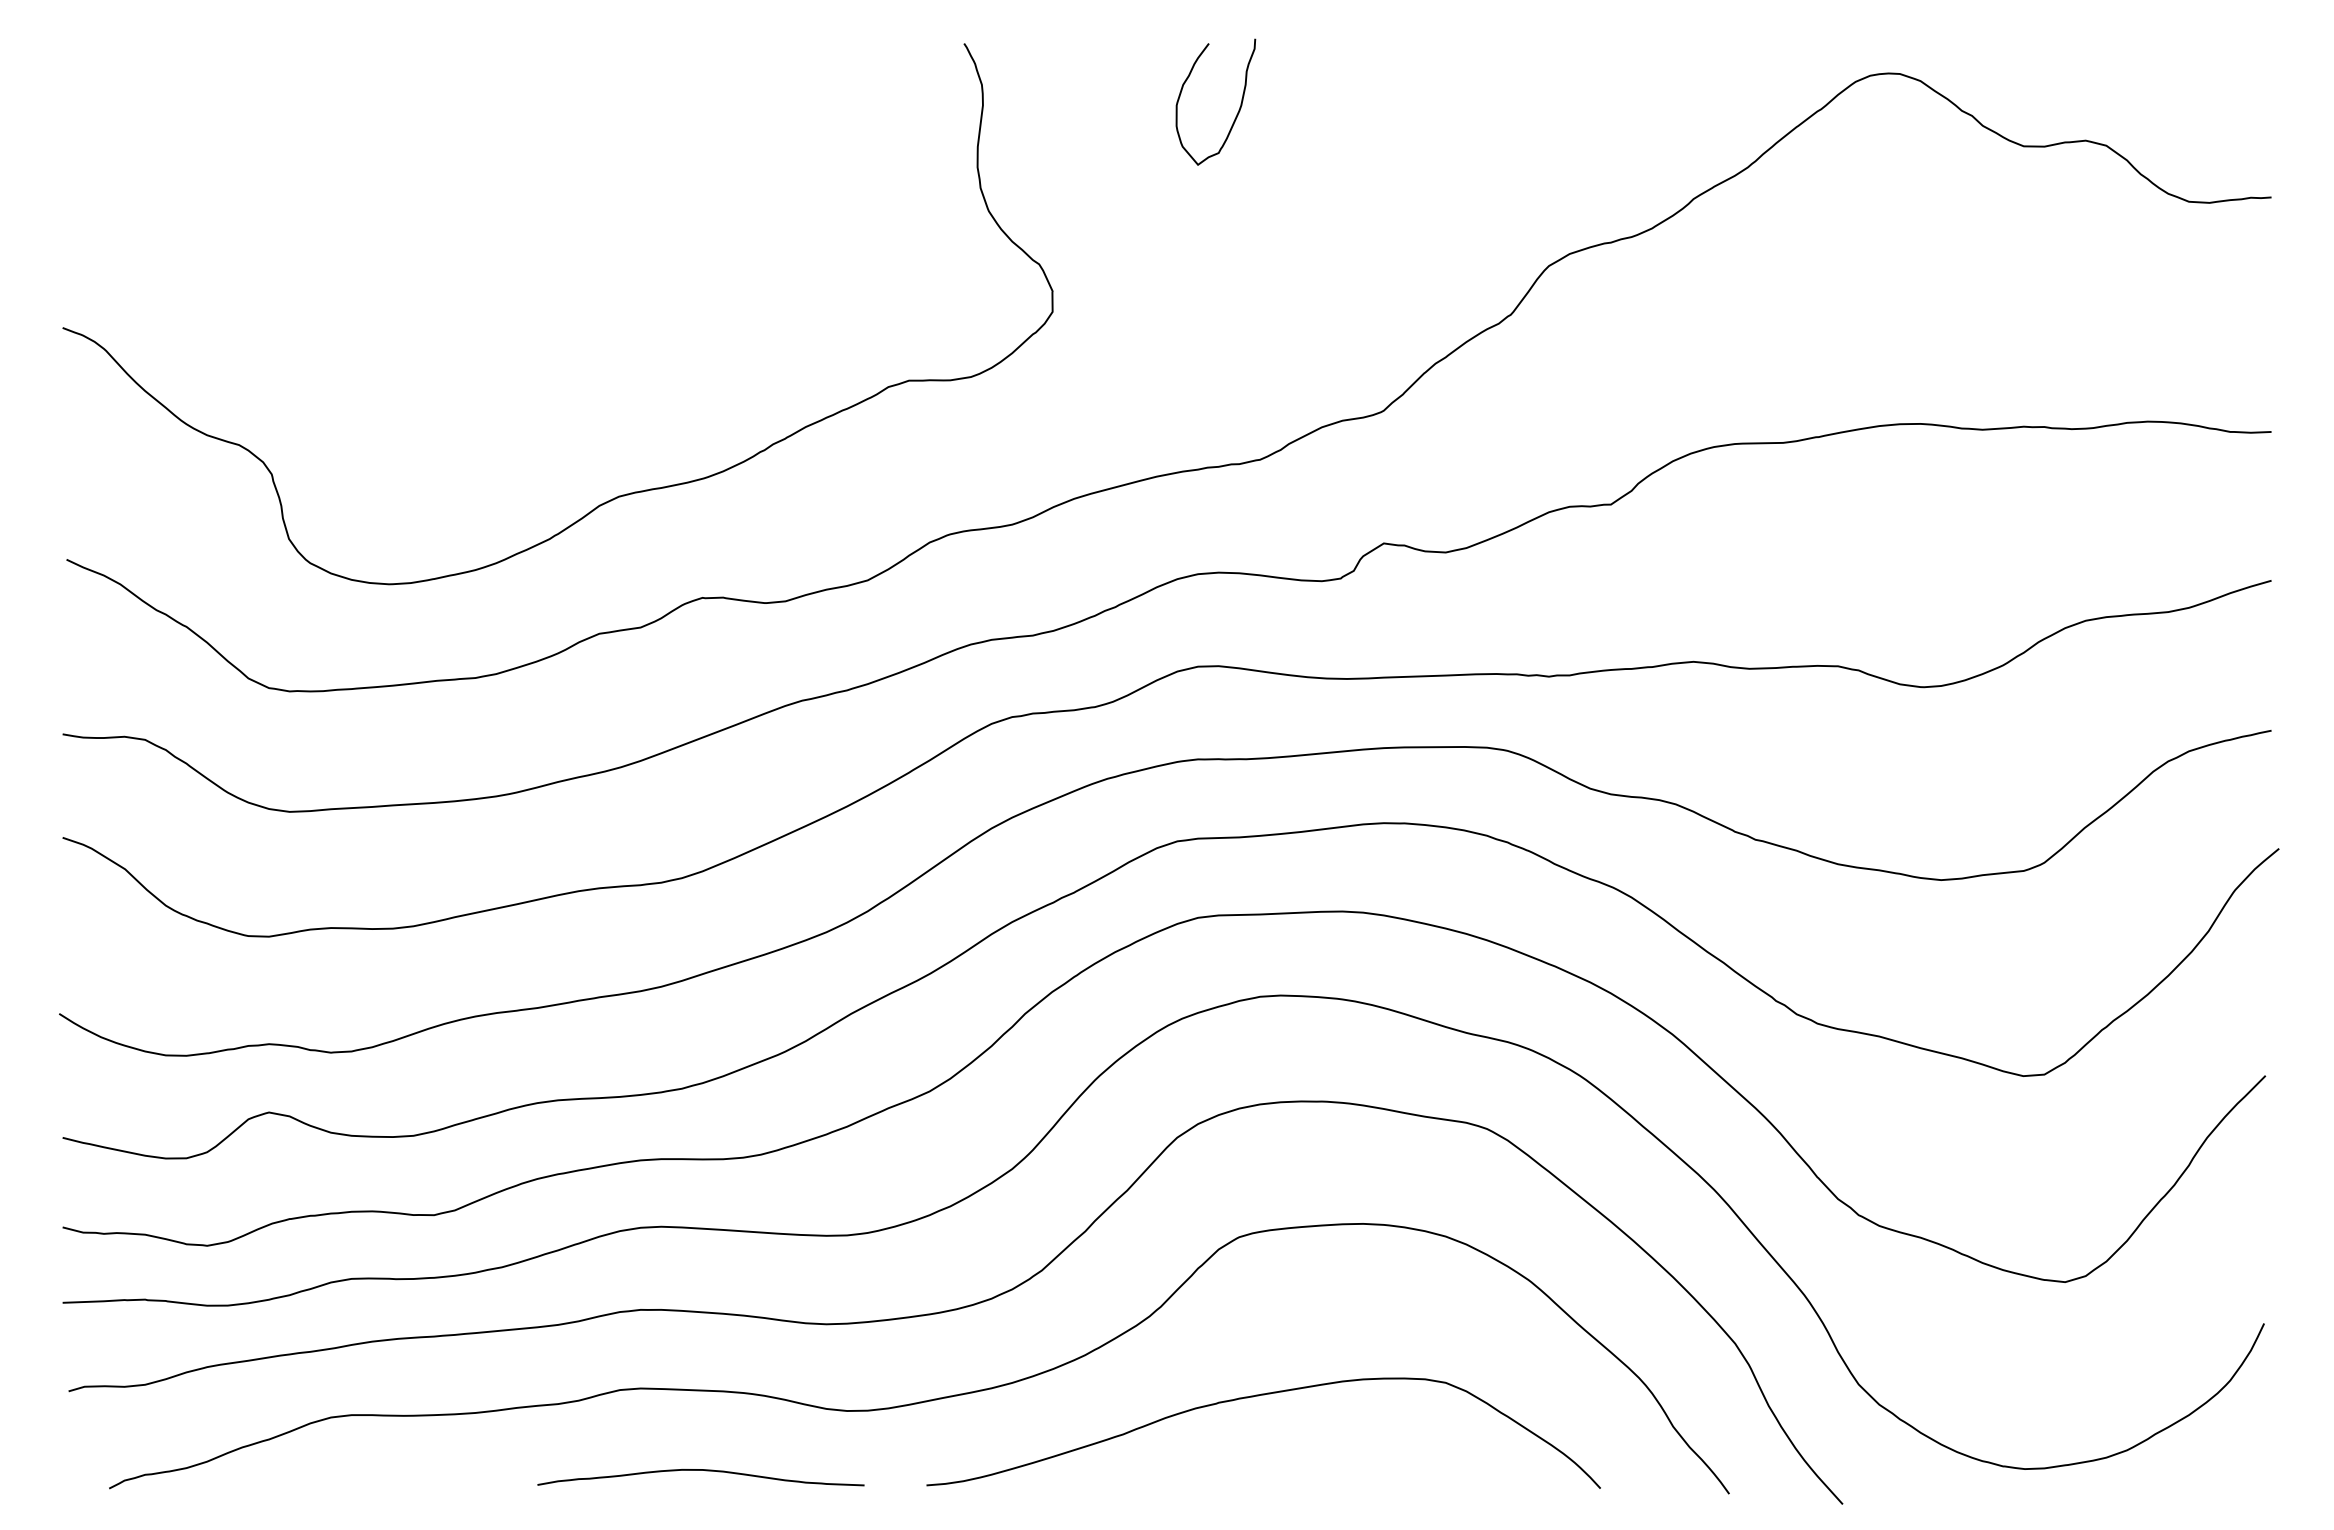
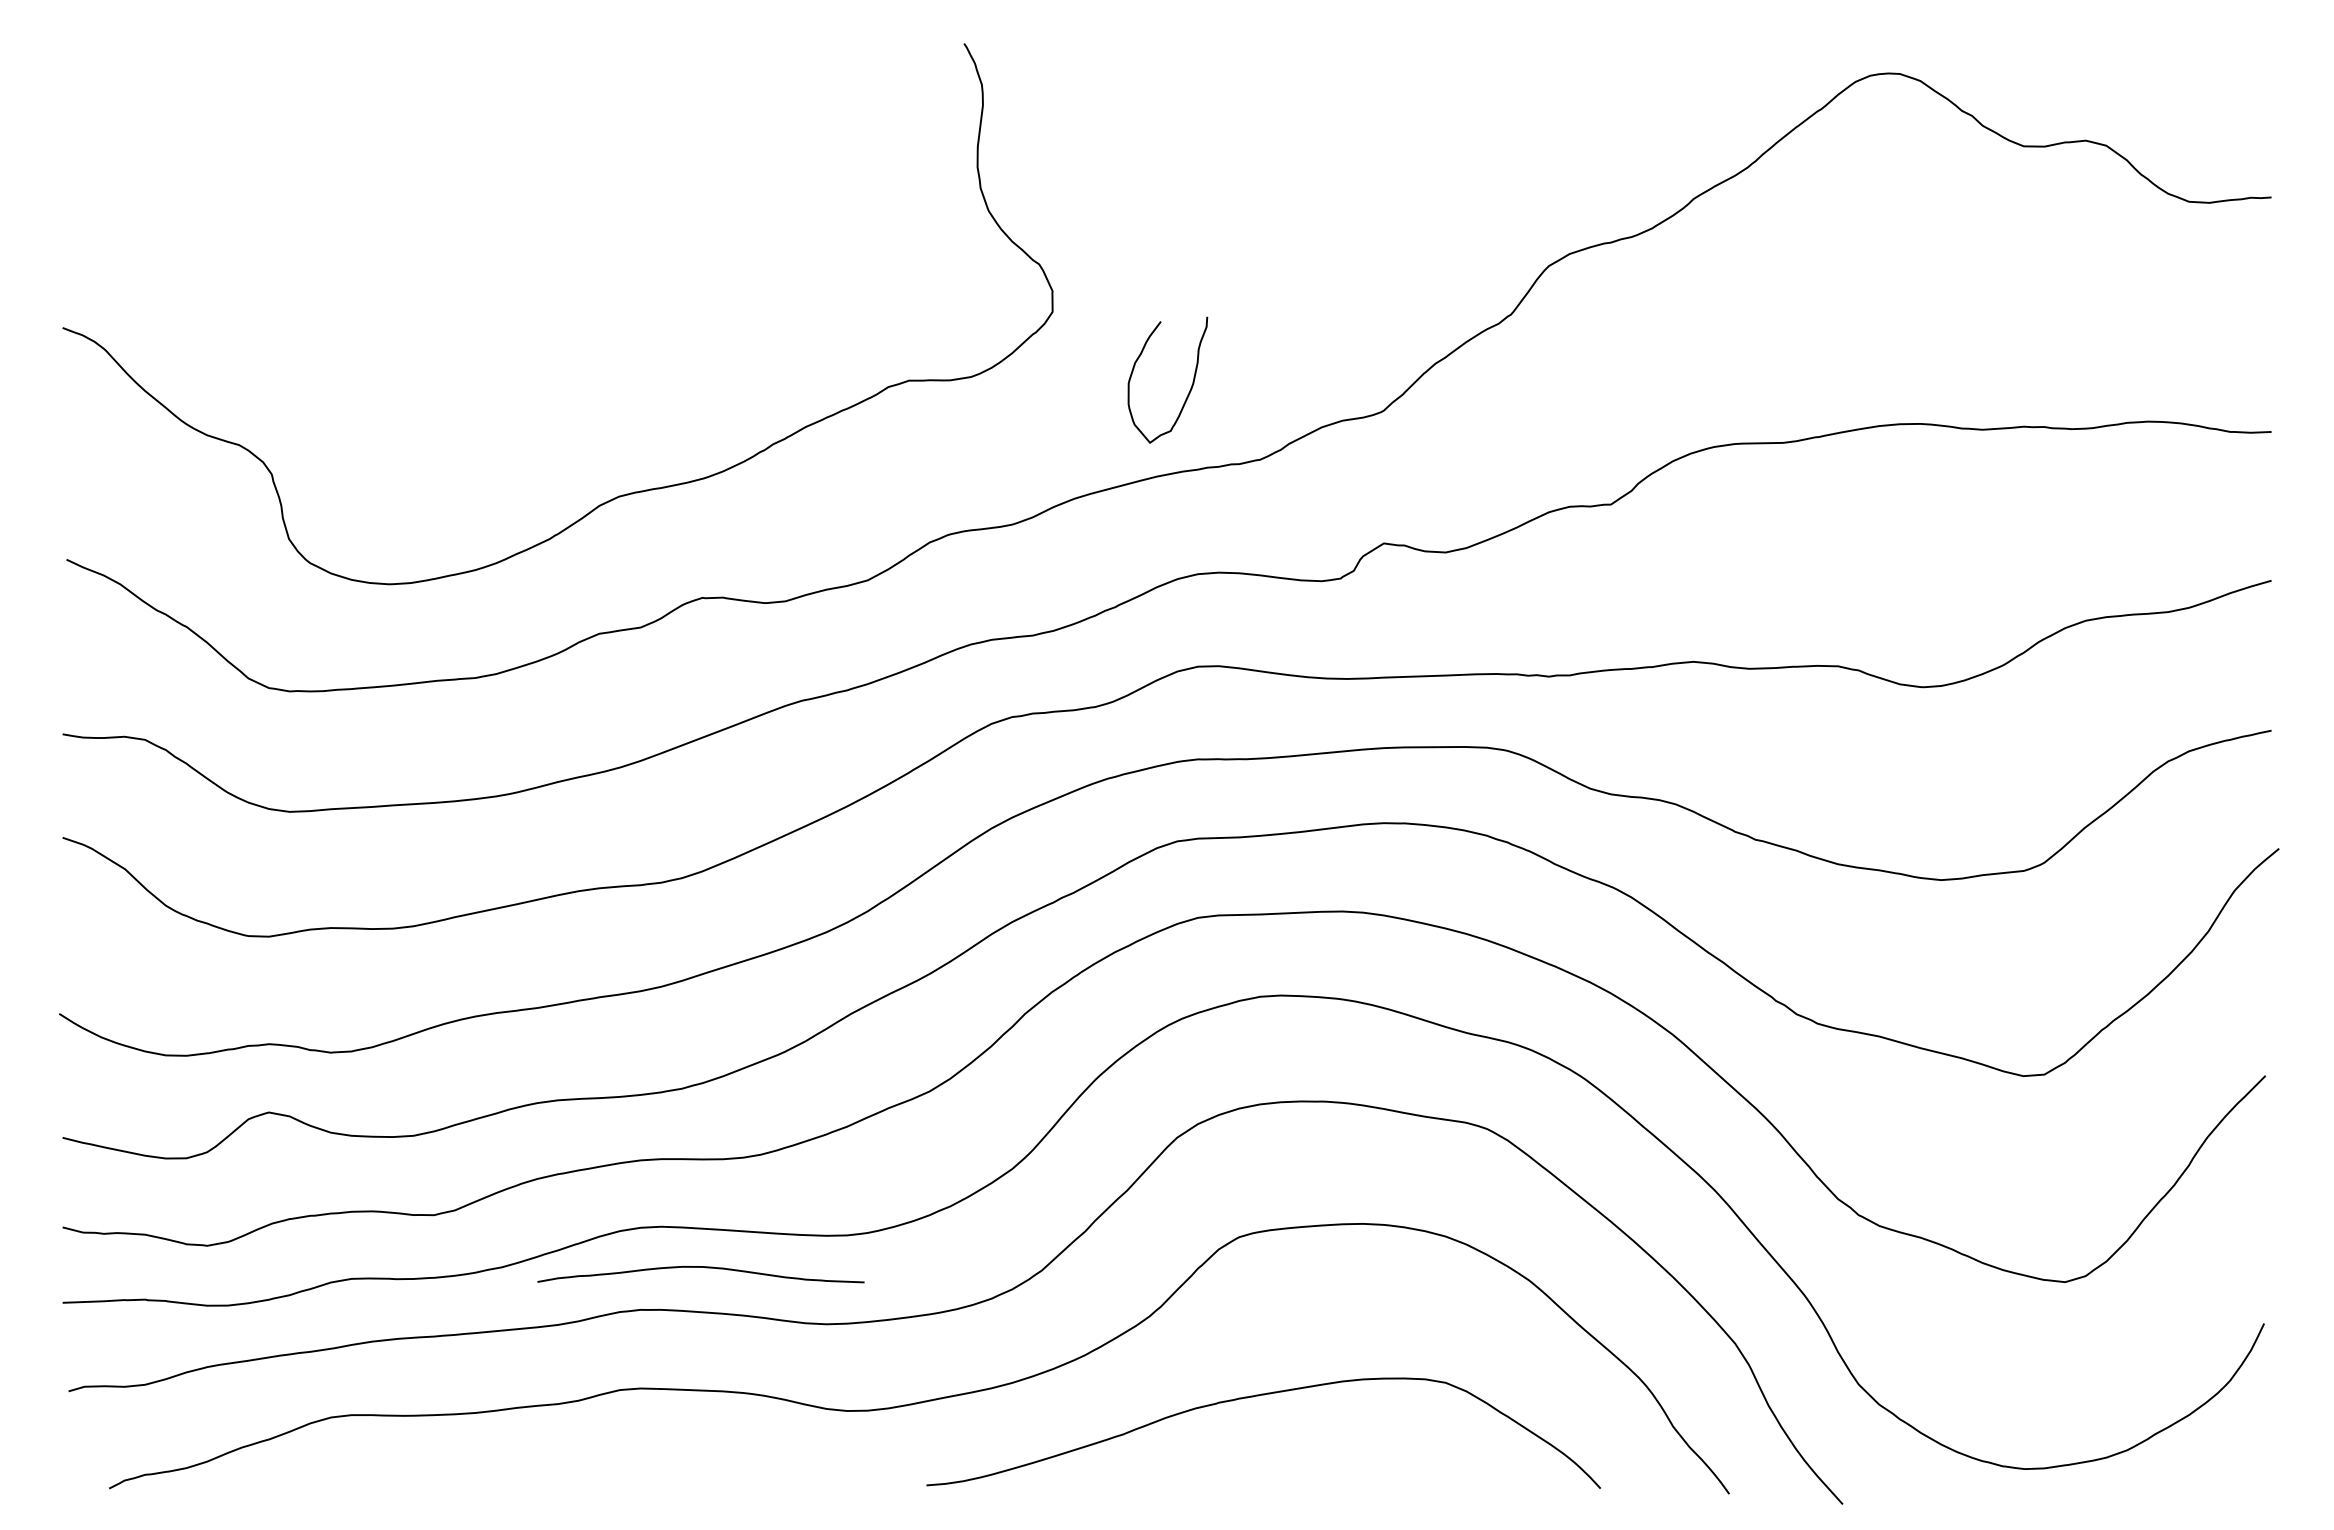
curve at (1238, 109) position: (1238, 109) -> (1190, 387)
curve at (700, 1470) position: (700, 1470) -> (700, 1267)
